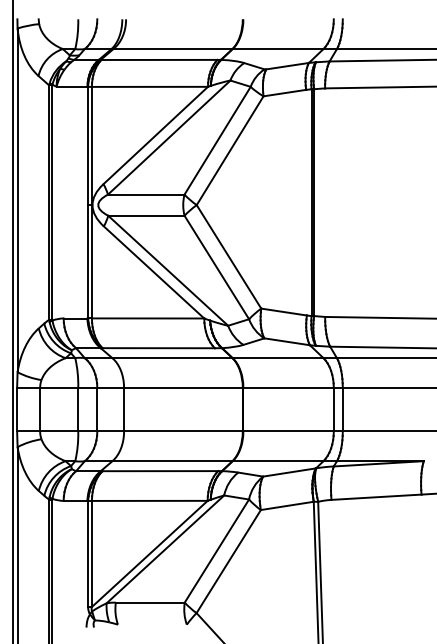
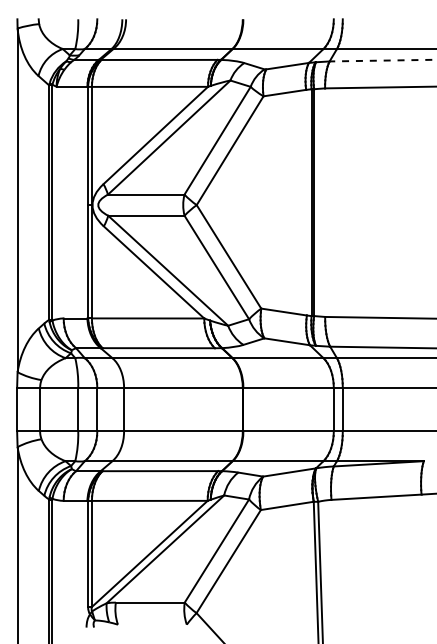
line at (382, 60): solid -> dashed
line at (13, 321): present -> none
